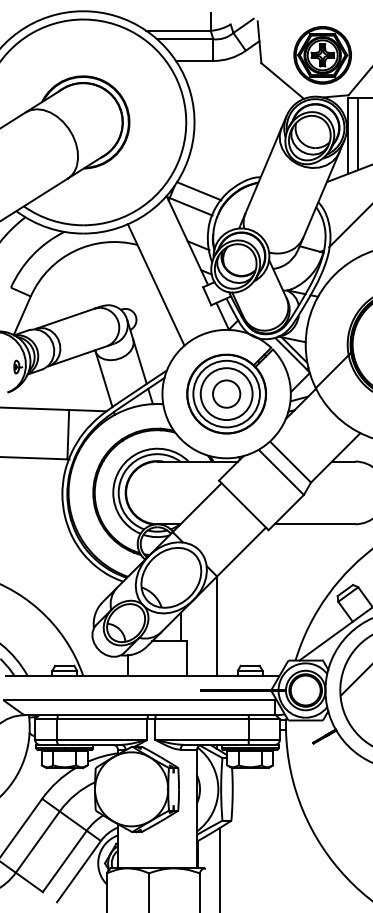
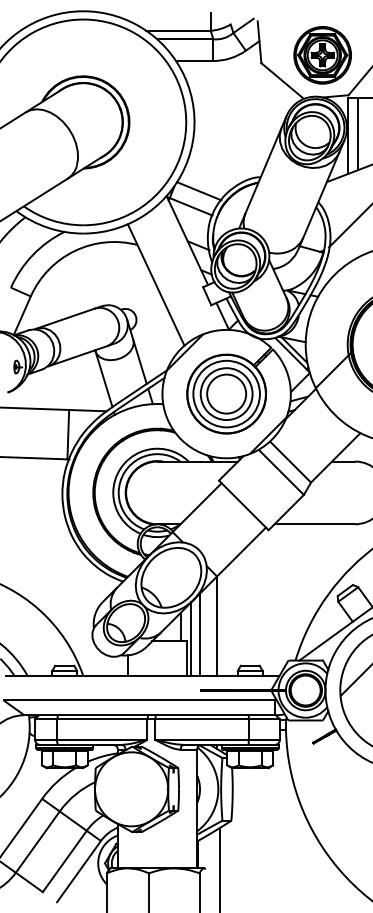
circle at (226, 393) diameter: 27 px -> 39 px
hatch at (226, 393): none -> present
line at (199, 634): none -> present
line at (191, 638): none -> present
